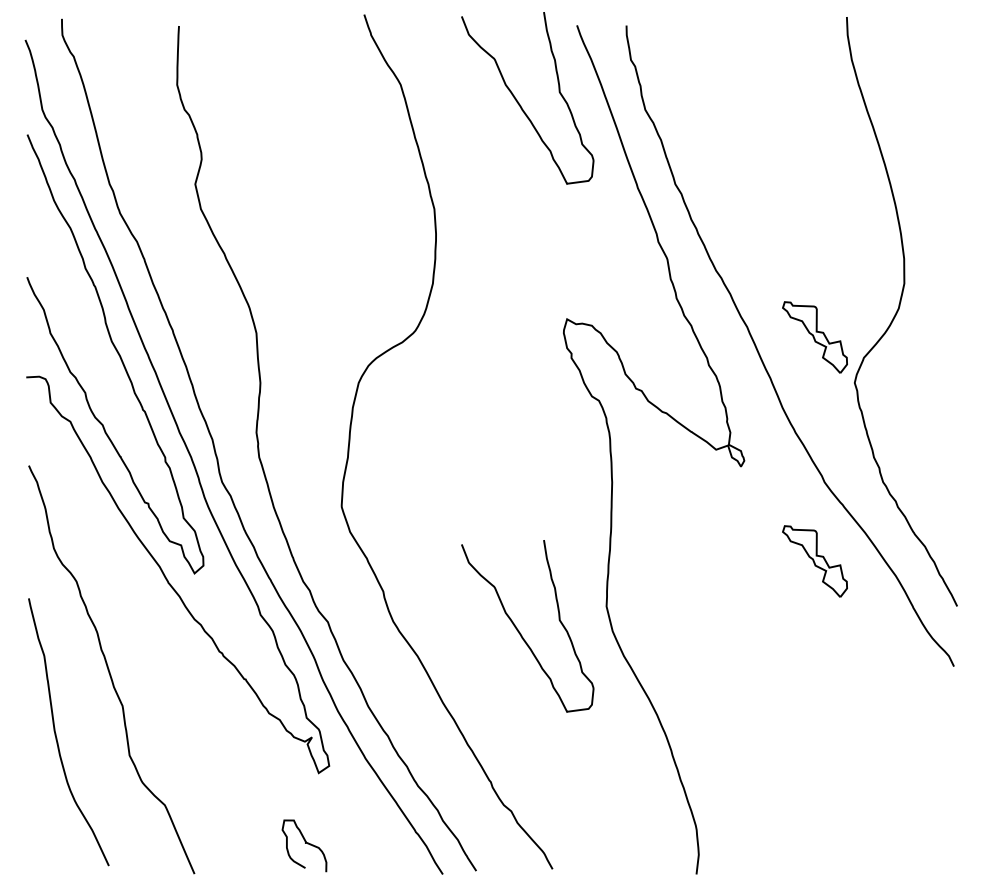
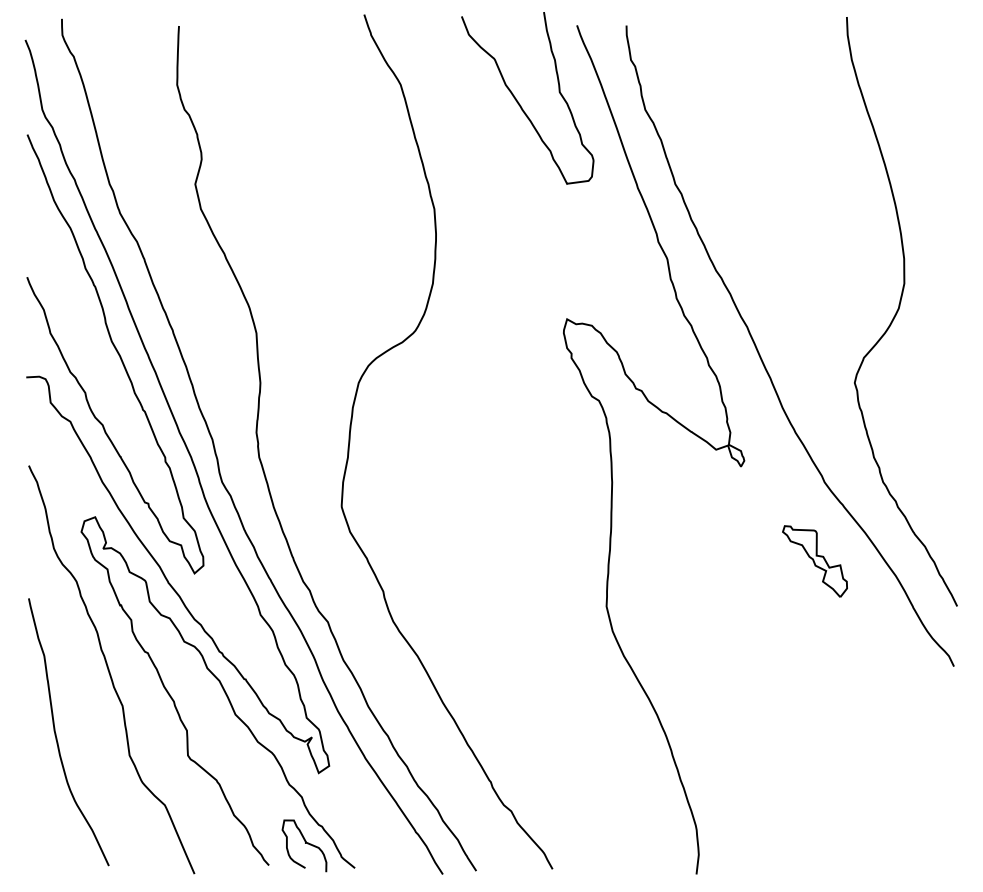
part at (814, 337): present -> none
curve at (520, 632): present -> none
curve at (222, 689): none -> present
